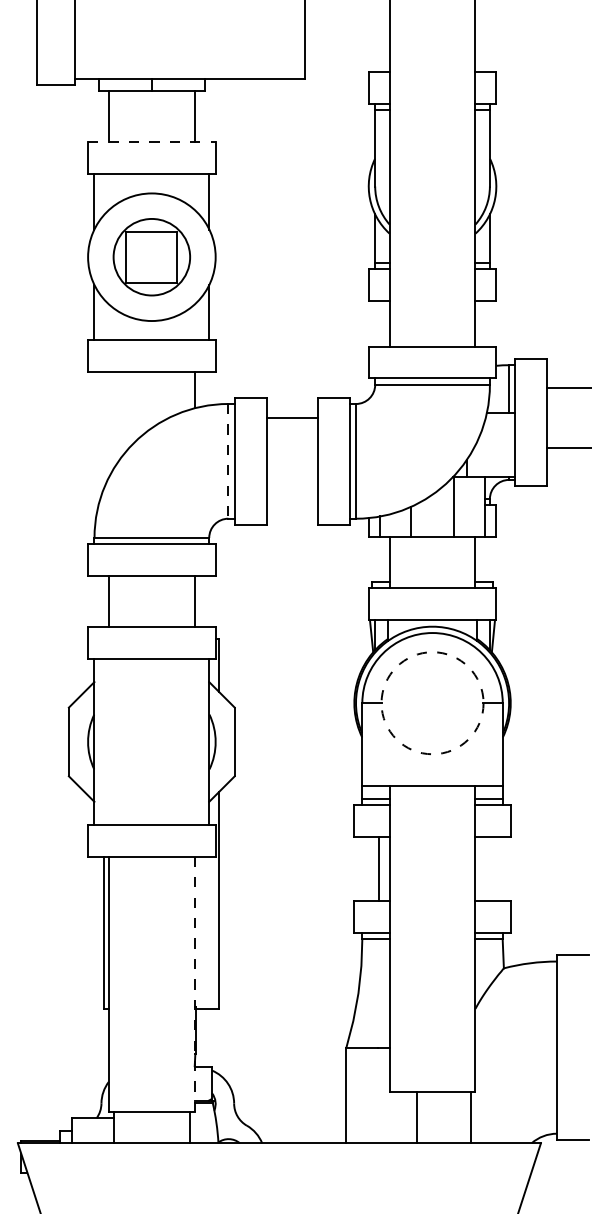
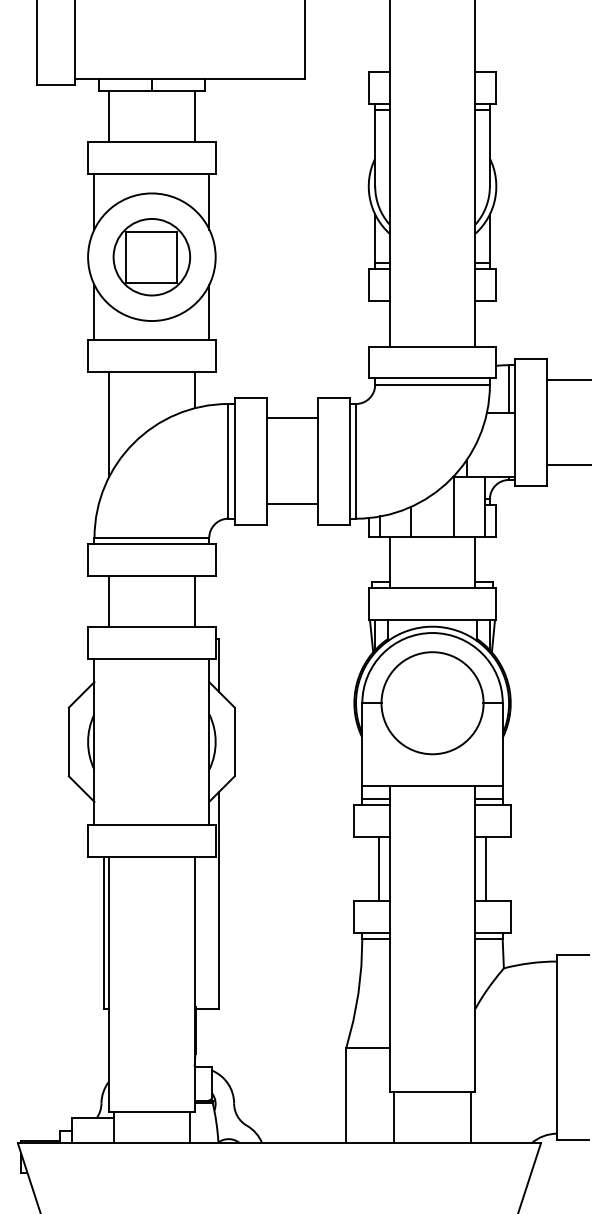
line at (151, 142): dashed -> solid
line at (567, 387) position: (567, 387) -> (567, 379)
line at (109, 424): none -> present
line at (567, 448) position: (567, 448) -> (567, 465)
line at (228, 461): dashed -> solid
line at (291, 504): none -> present
circle at (432, 703): dashed -> solid
line at (486, 868): none -> present
line at (194, 984): dashed -> solid
line at (417, 1117) position: (417, 1117) -> (394, 1117)
